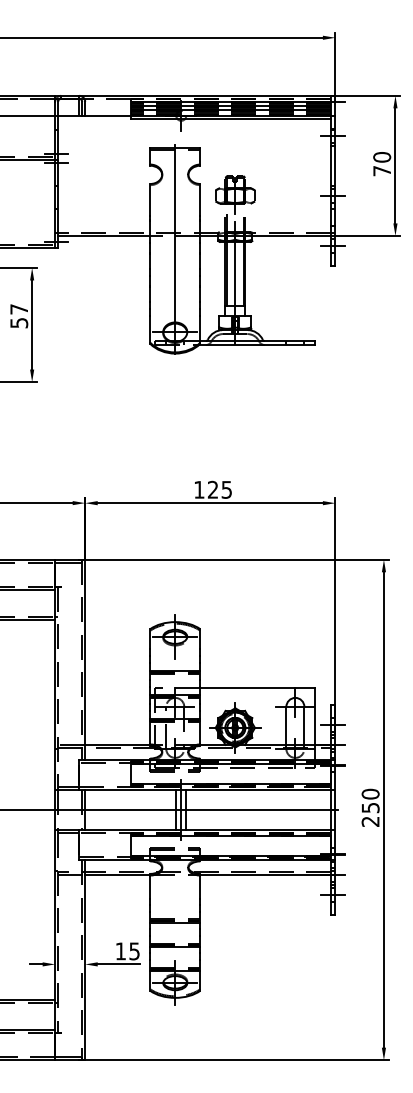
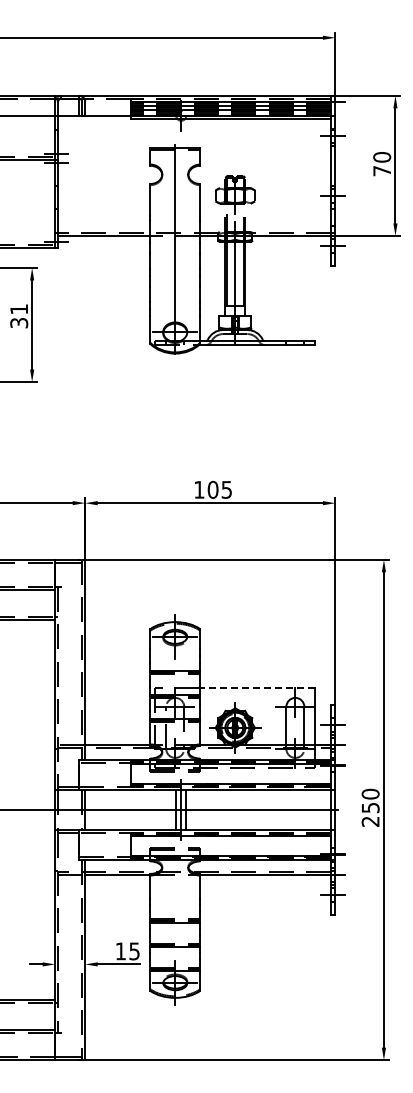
text at (18, 315): 57 -> 31
text at (212, 489): 125 -> 105
line at (257, 687): solid -> dashed
